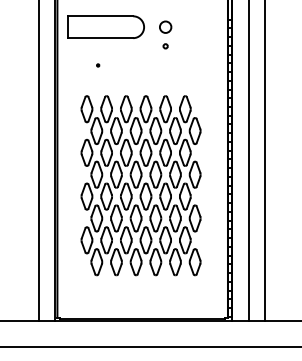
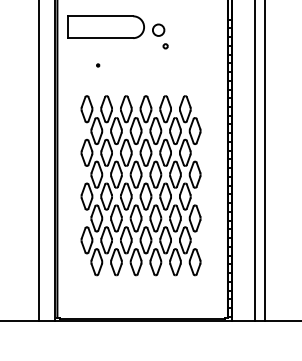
circle at (165, 26) position: (165, 26) -> (158, 29)
line at (248, 161) position: (248, 161) -> (254, 161)
line at (150, 347): present -> none
